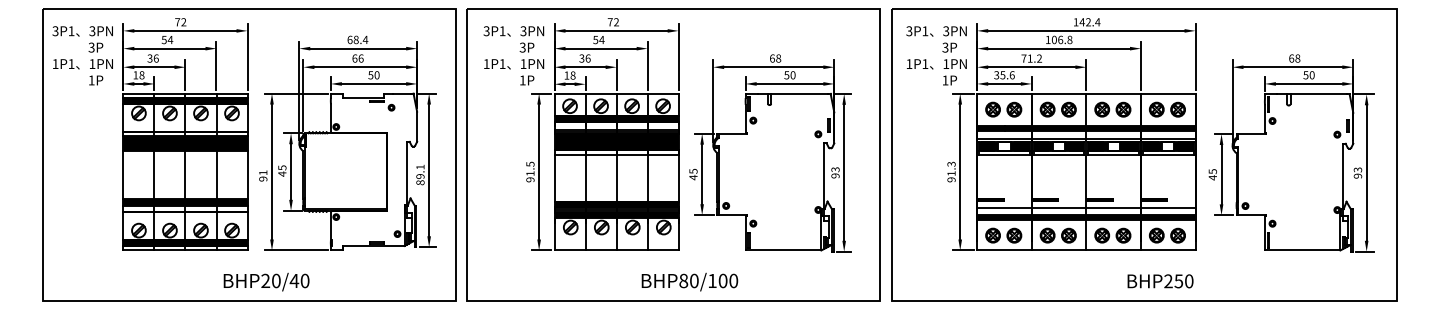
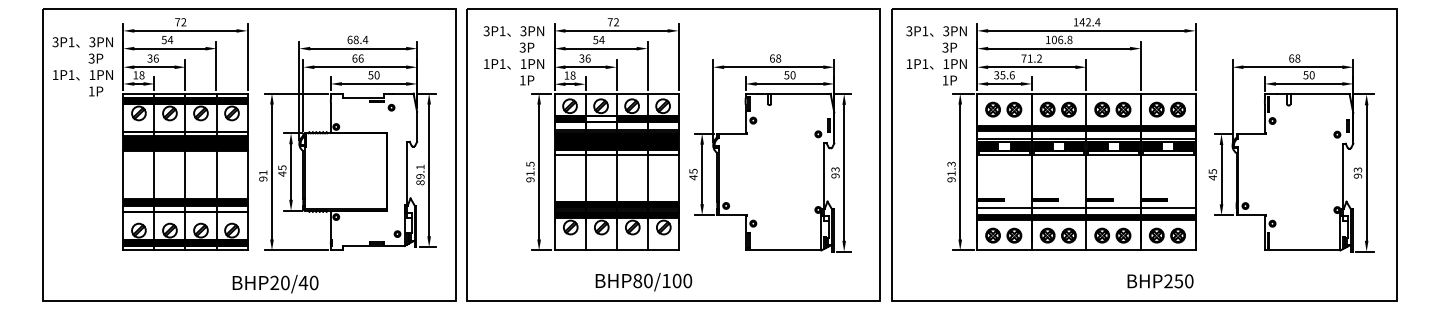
text at (82, 55) position: (82, 55) -> (82, 66)
fill at (600, 118): present -> none
text at (266, 281) position: (266, 281) -> (275, 283)
text at (689, 281) position: (689, 281) -> (643, 281)
